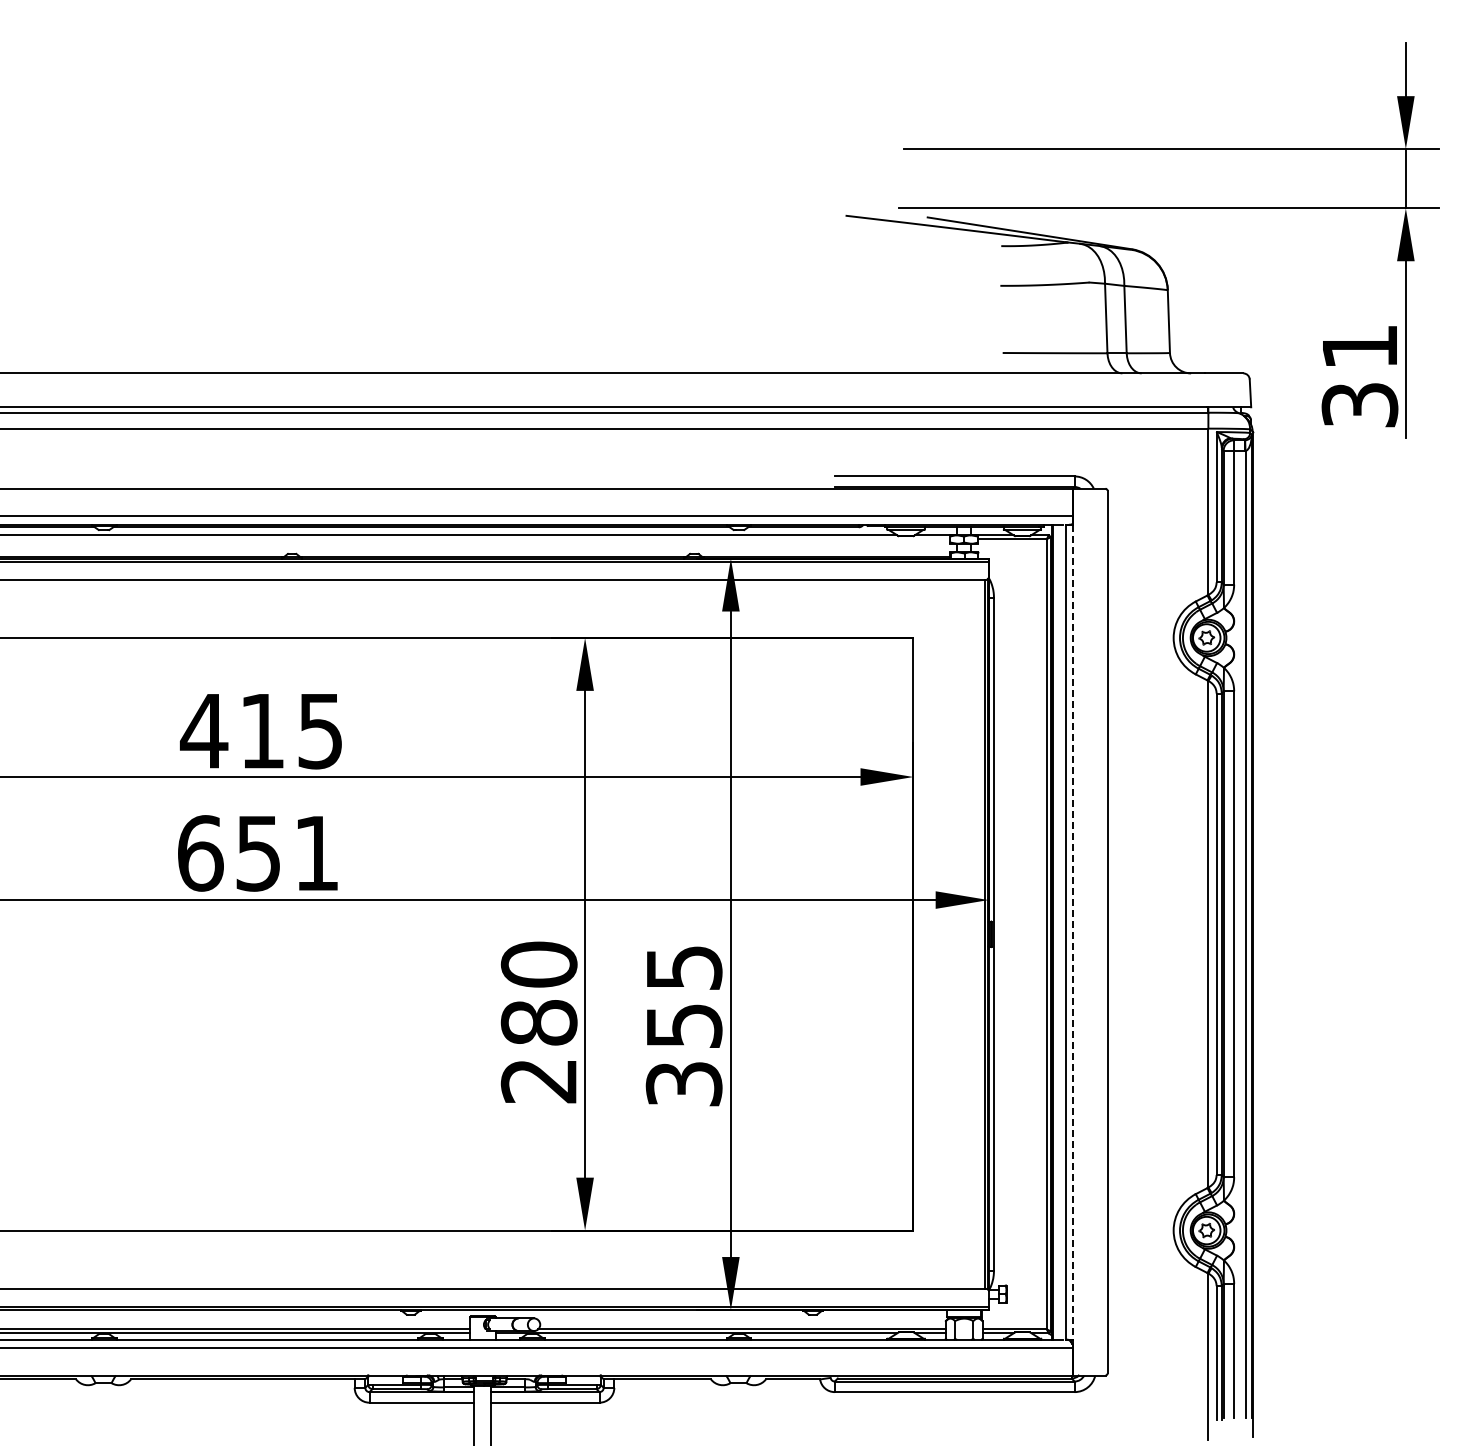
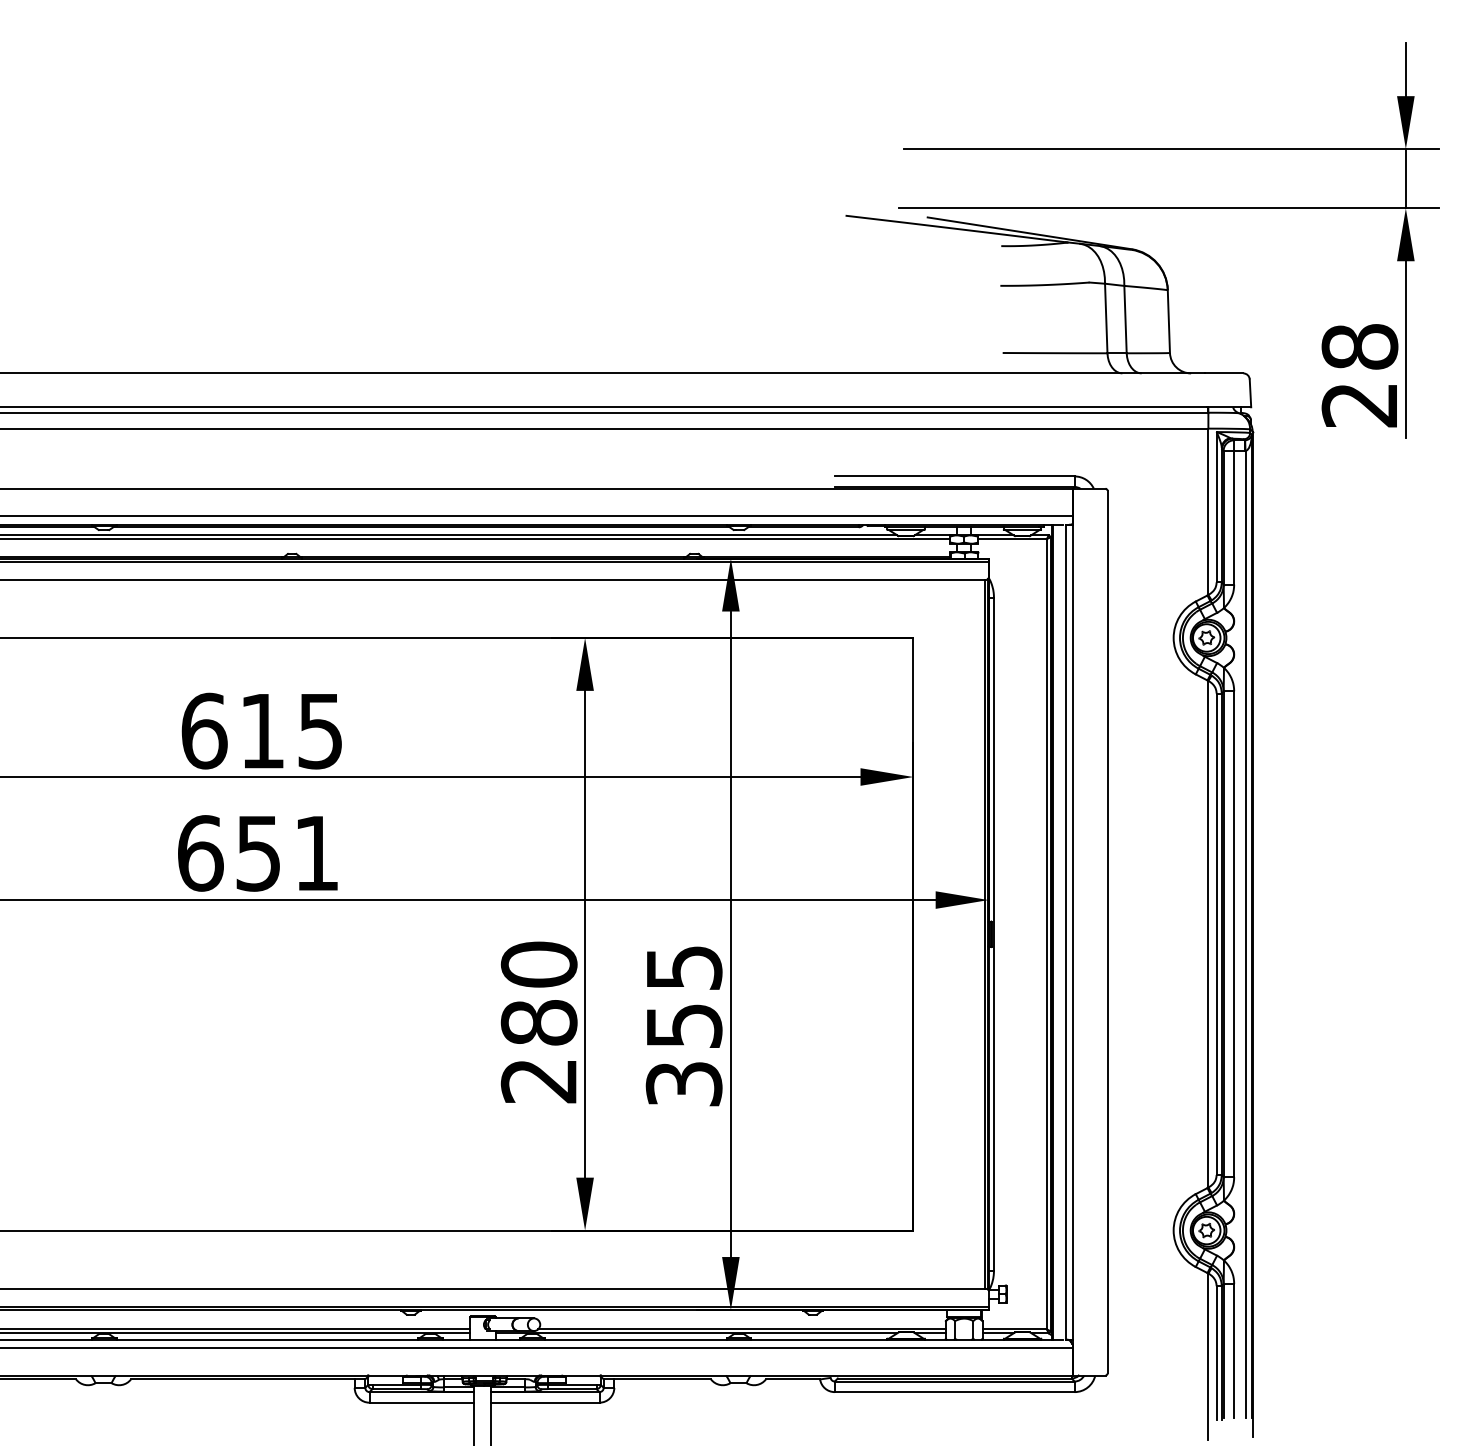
text at (1359, 375): 31 -> 28
line at (476, 539): none -> present
text at (203, 730): 415 -> 615
line at (1073, 932): dashed -> solid
